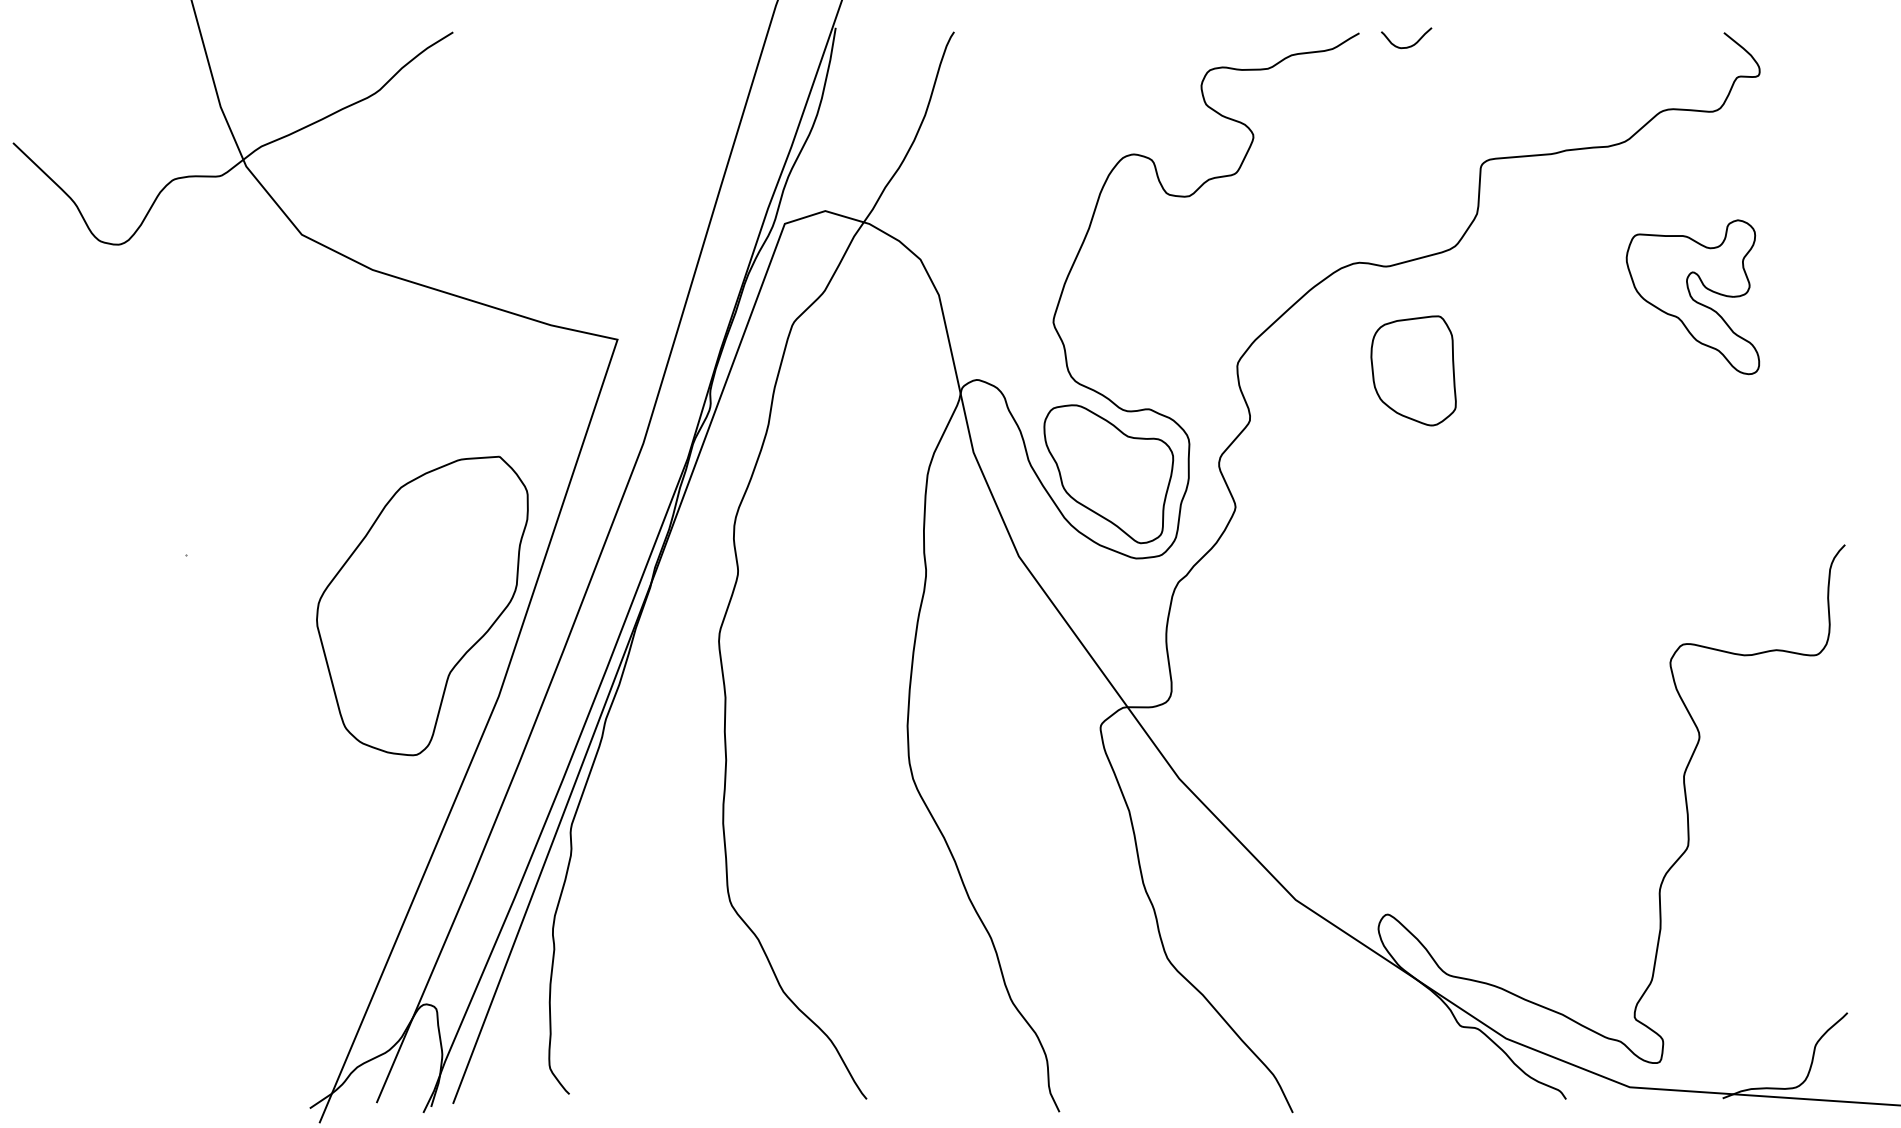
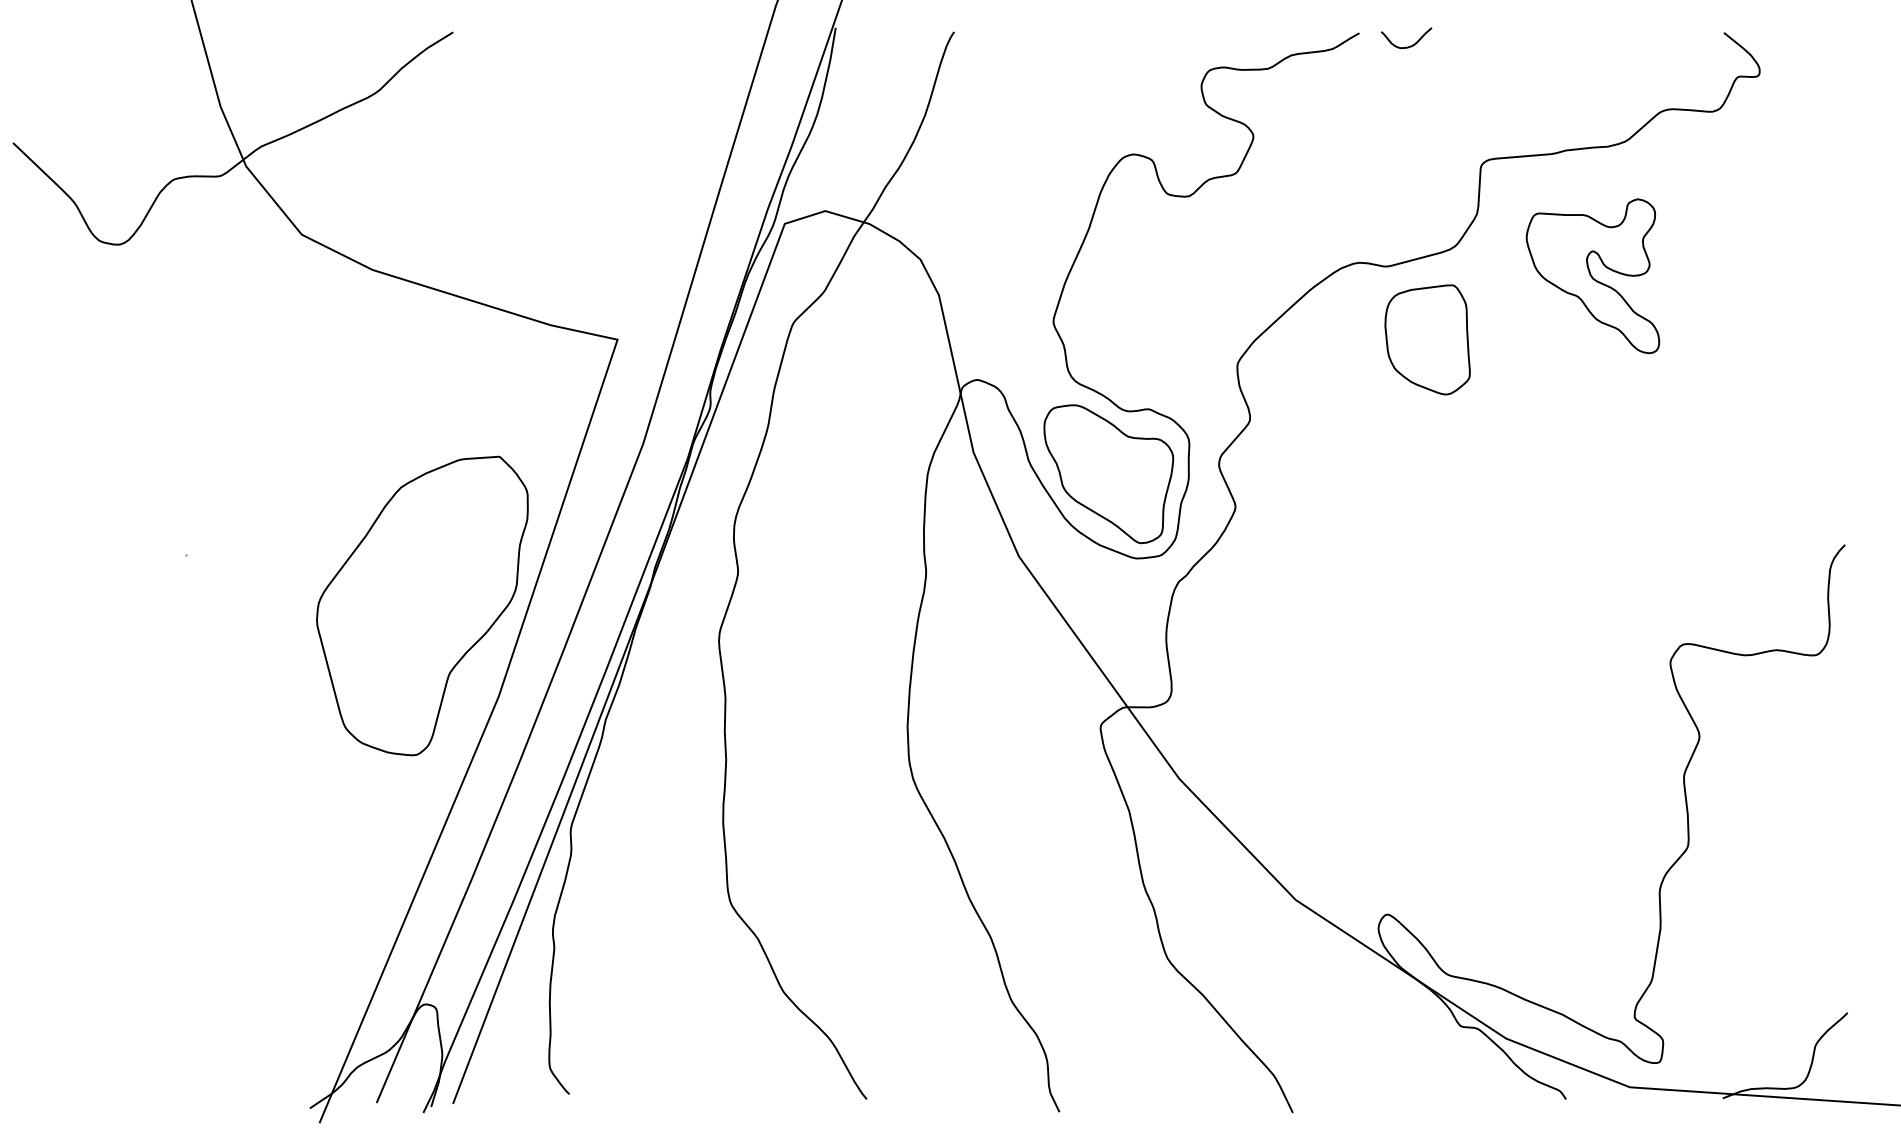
part at (1692, 297) position: (1692, 297) -> (1592, 276)
part at (1413, 370) position: (1413, 370) -> (1427, 339)
